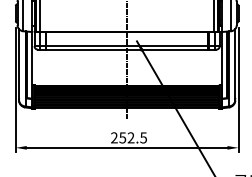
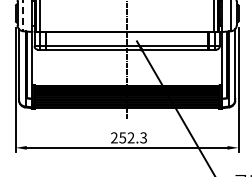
line at (23, 16): solid -> dashed
text at (143, 137): 252.5 -> 252.3
